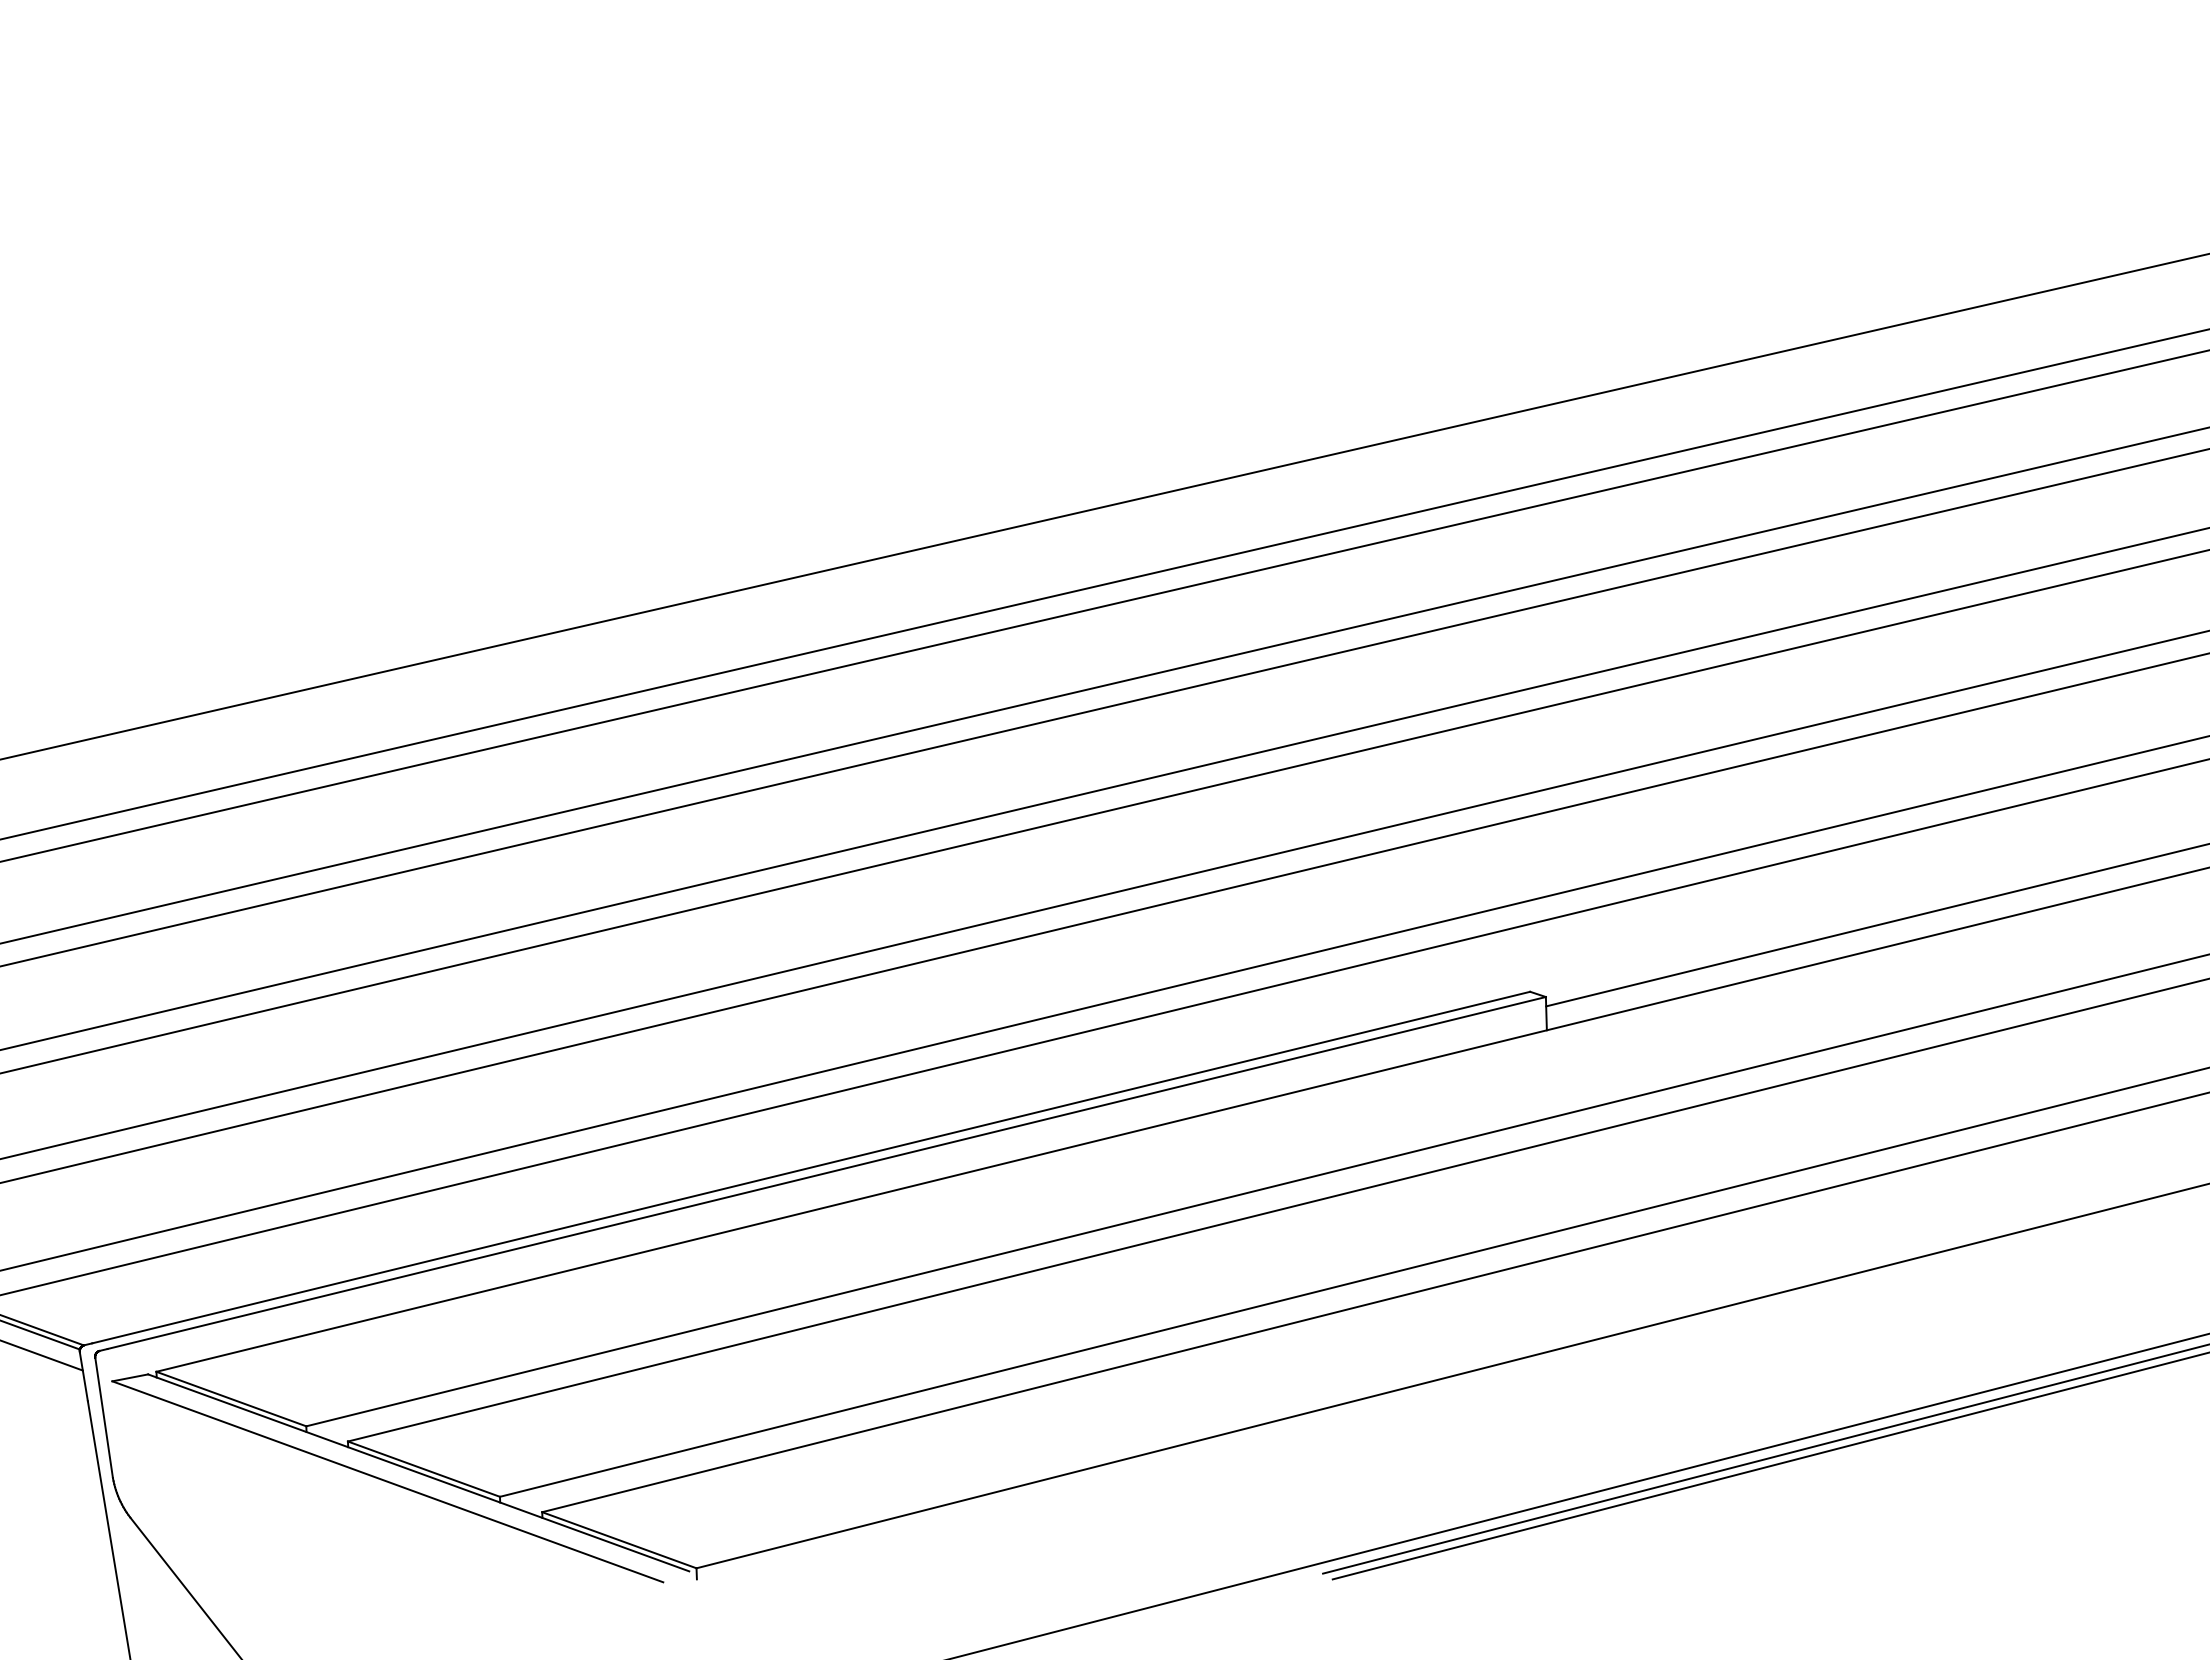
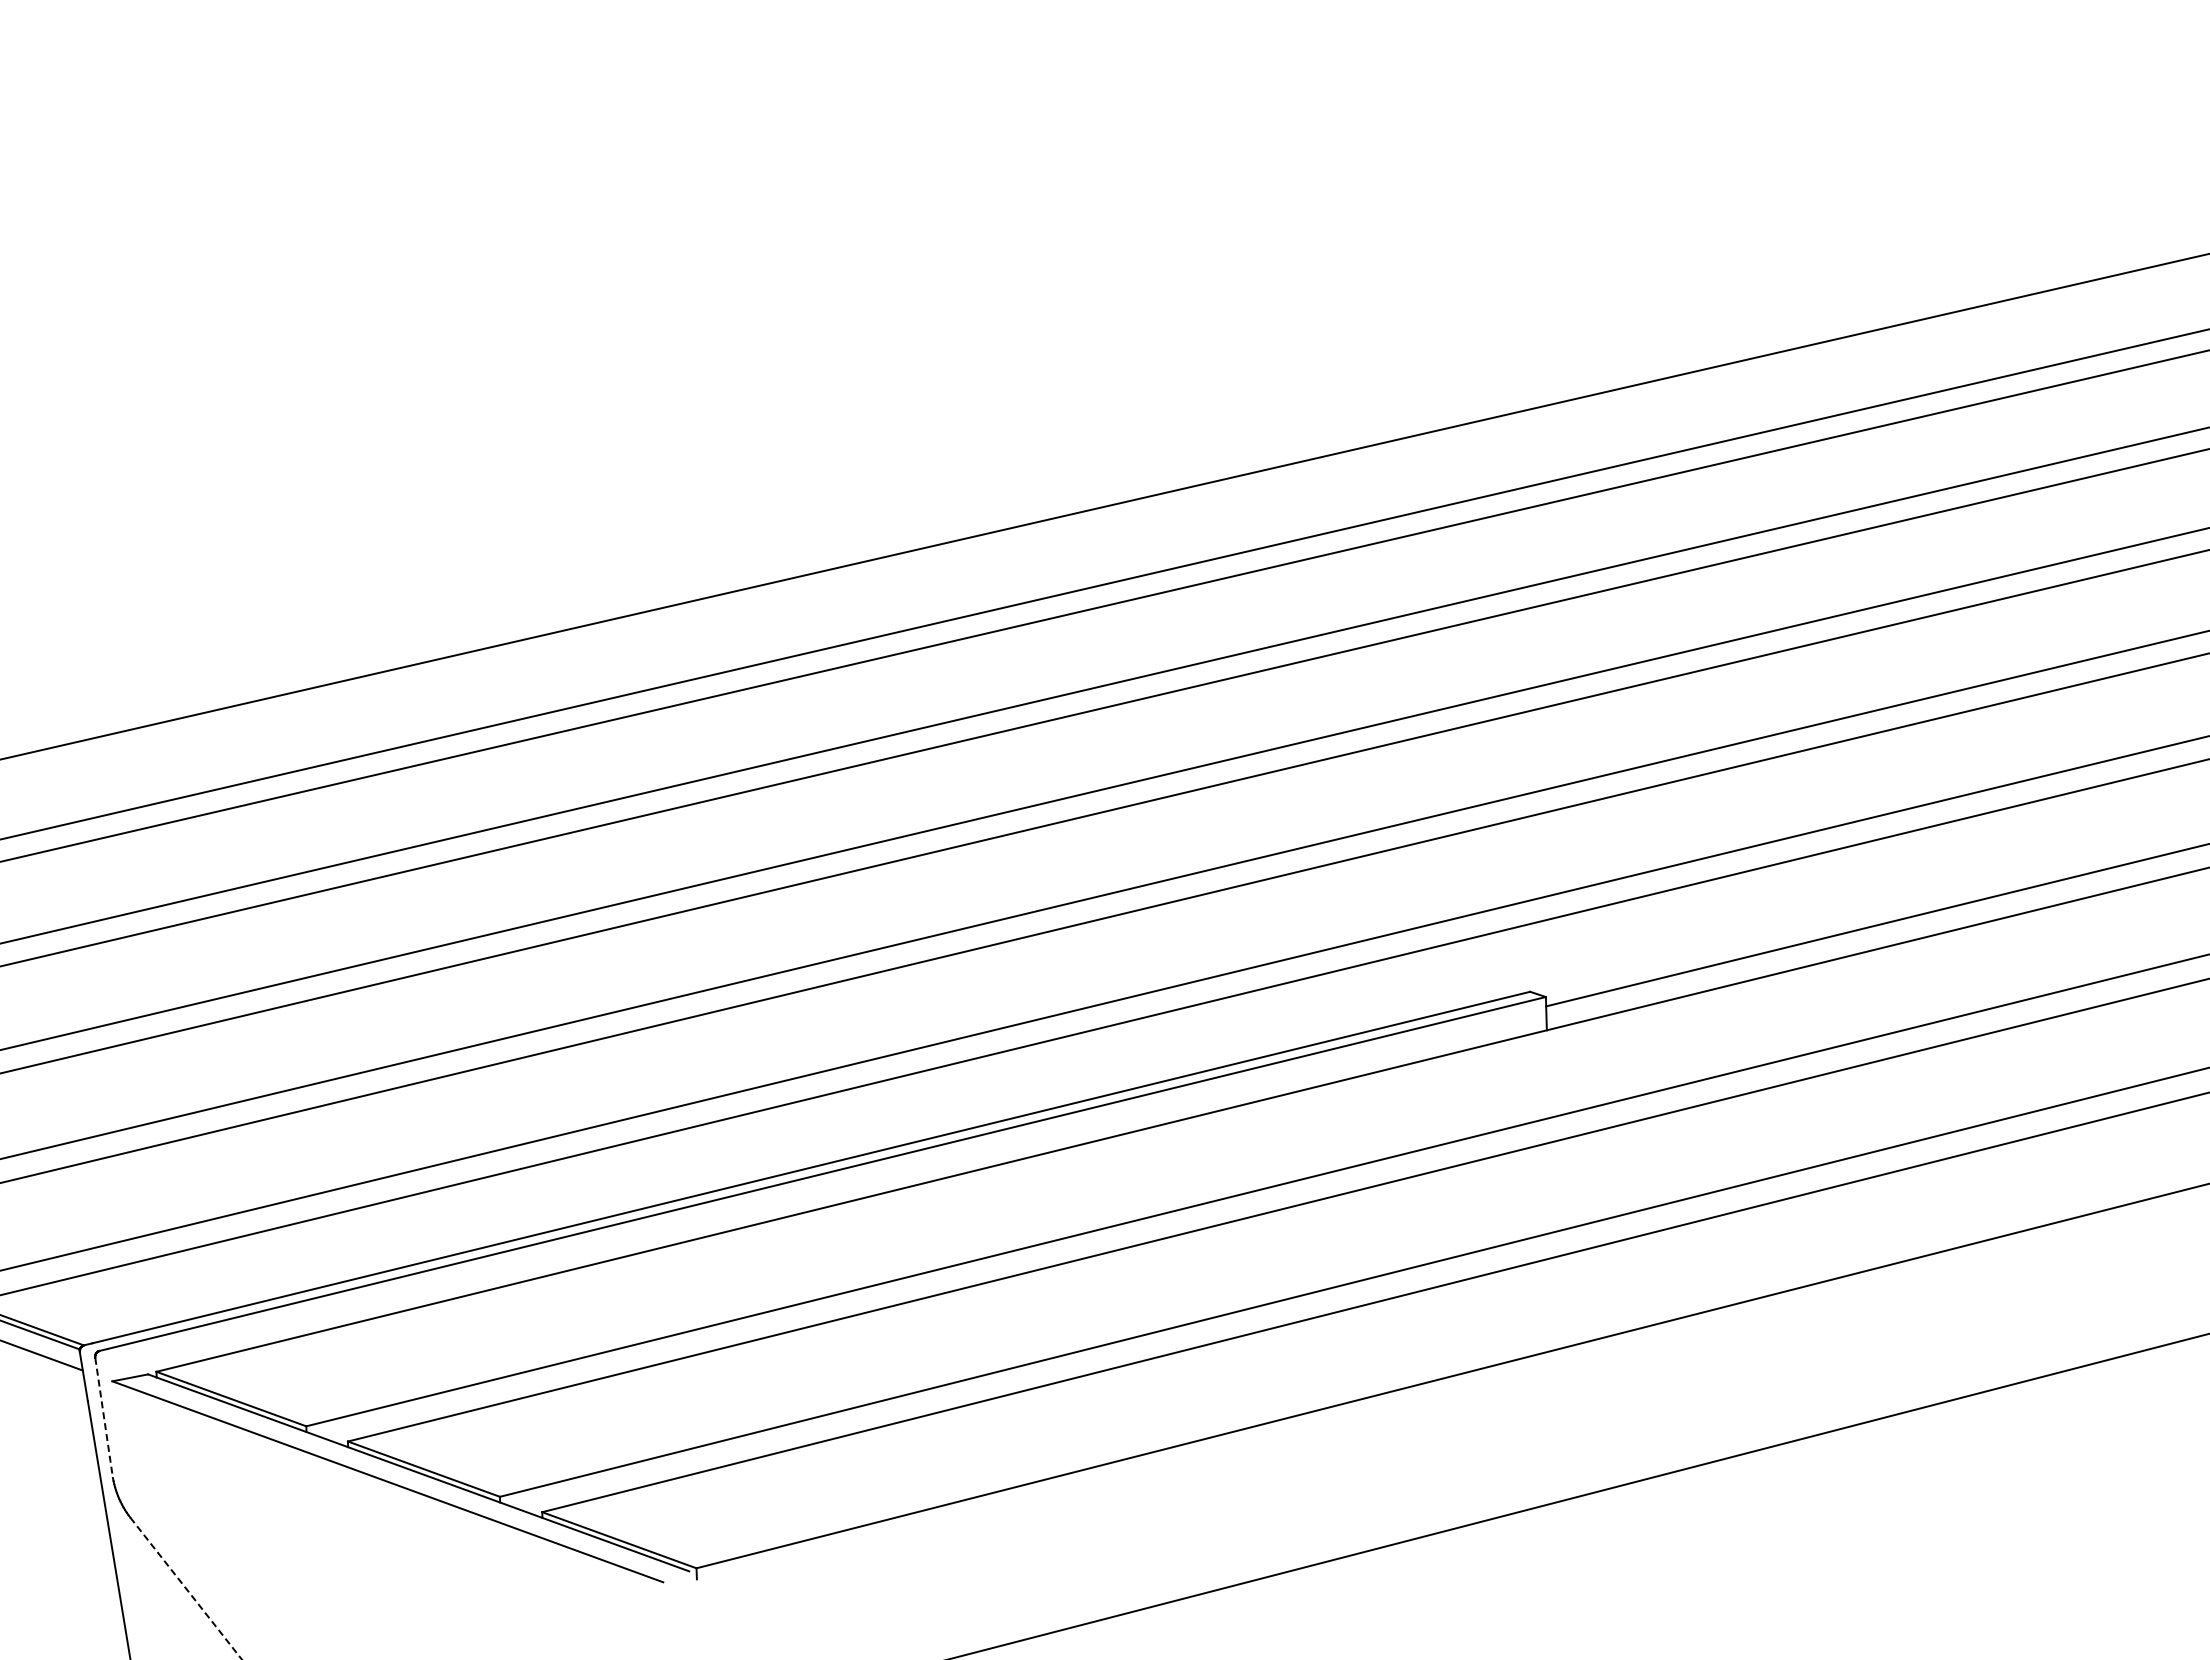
line at (104, 1417): solid -> dashed
line at (1764, 1459): present -> none
line at (1769, 1466): present -> none
line at (186, 1588): solid -> dashed
